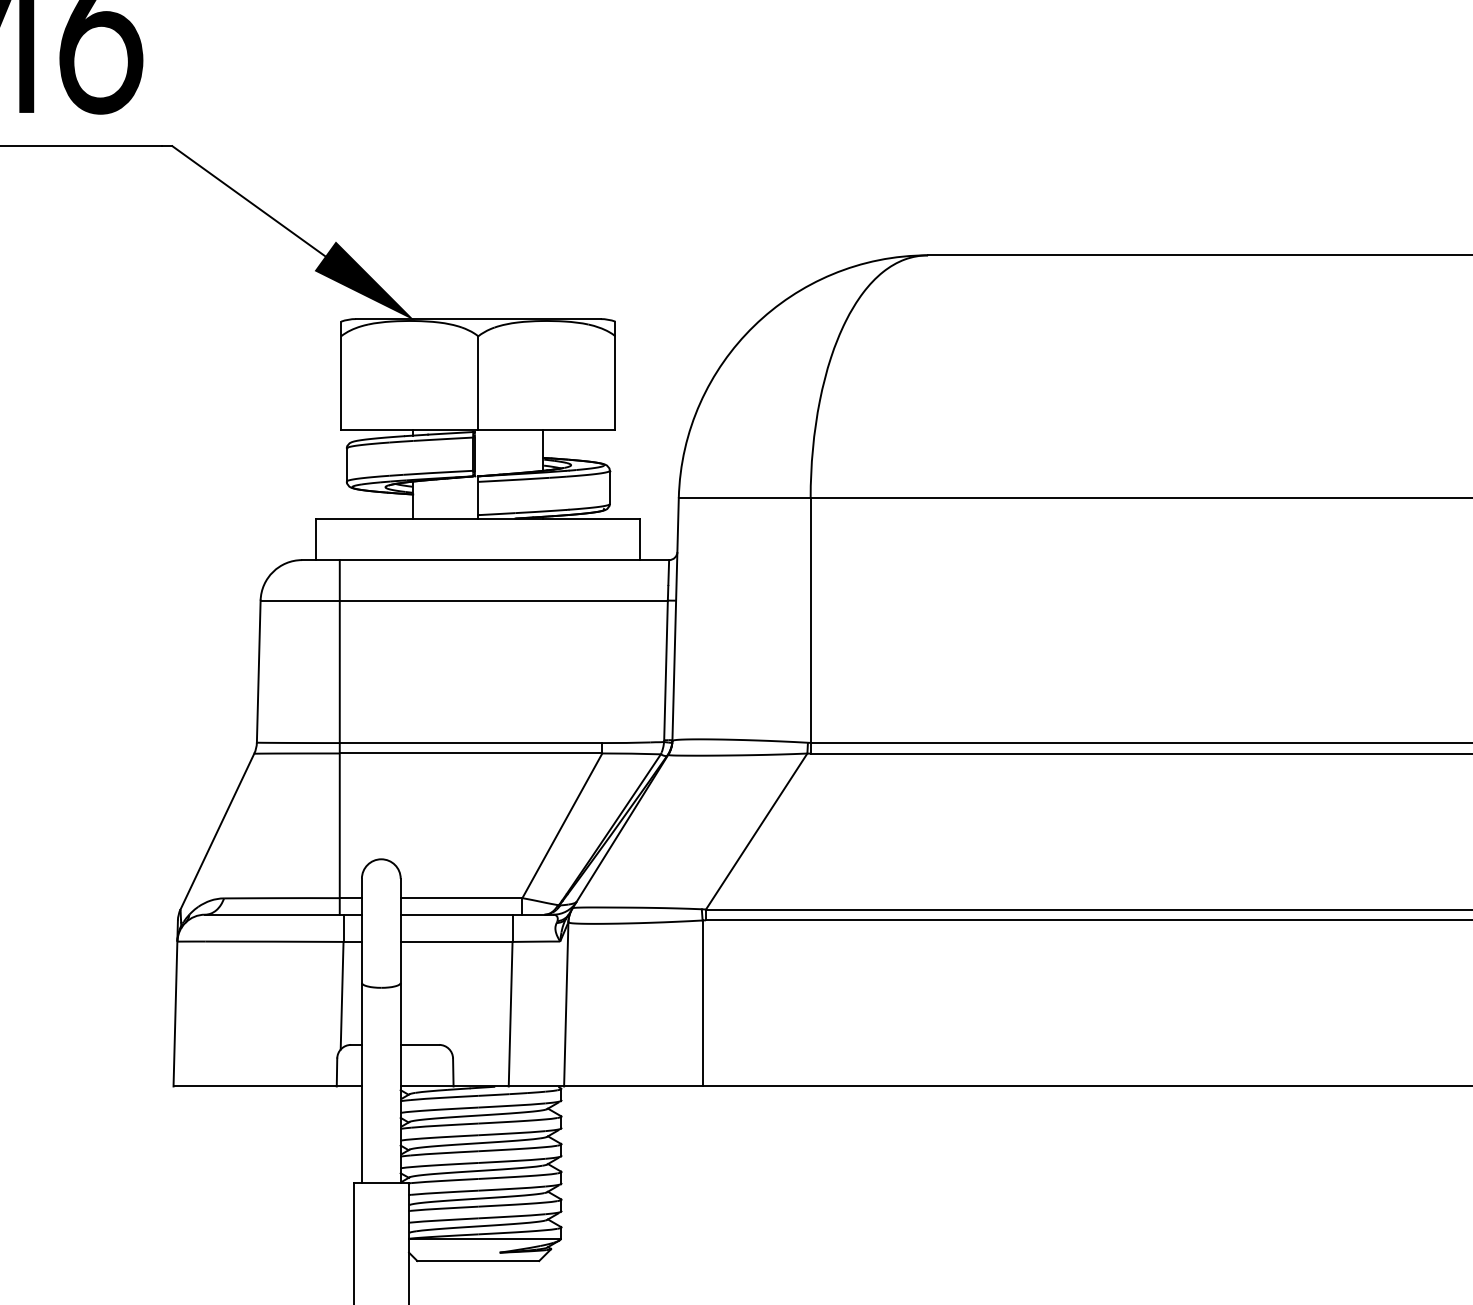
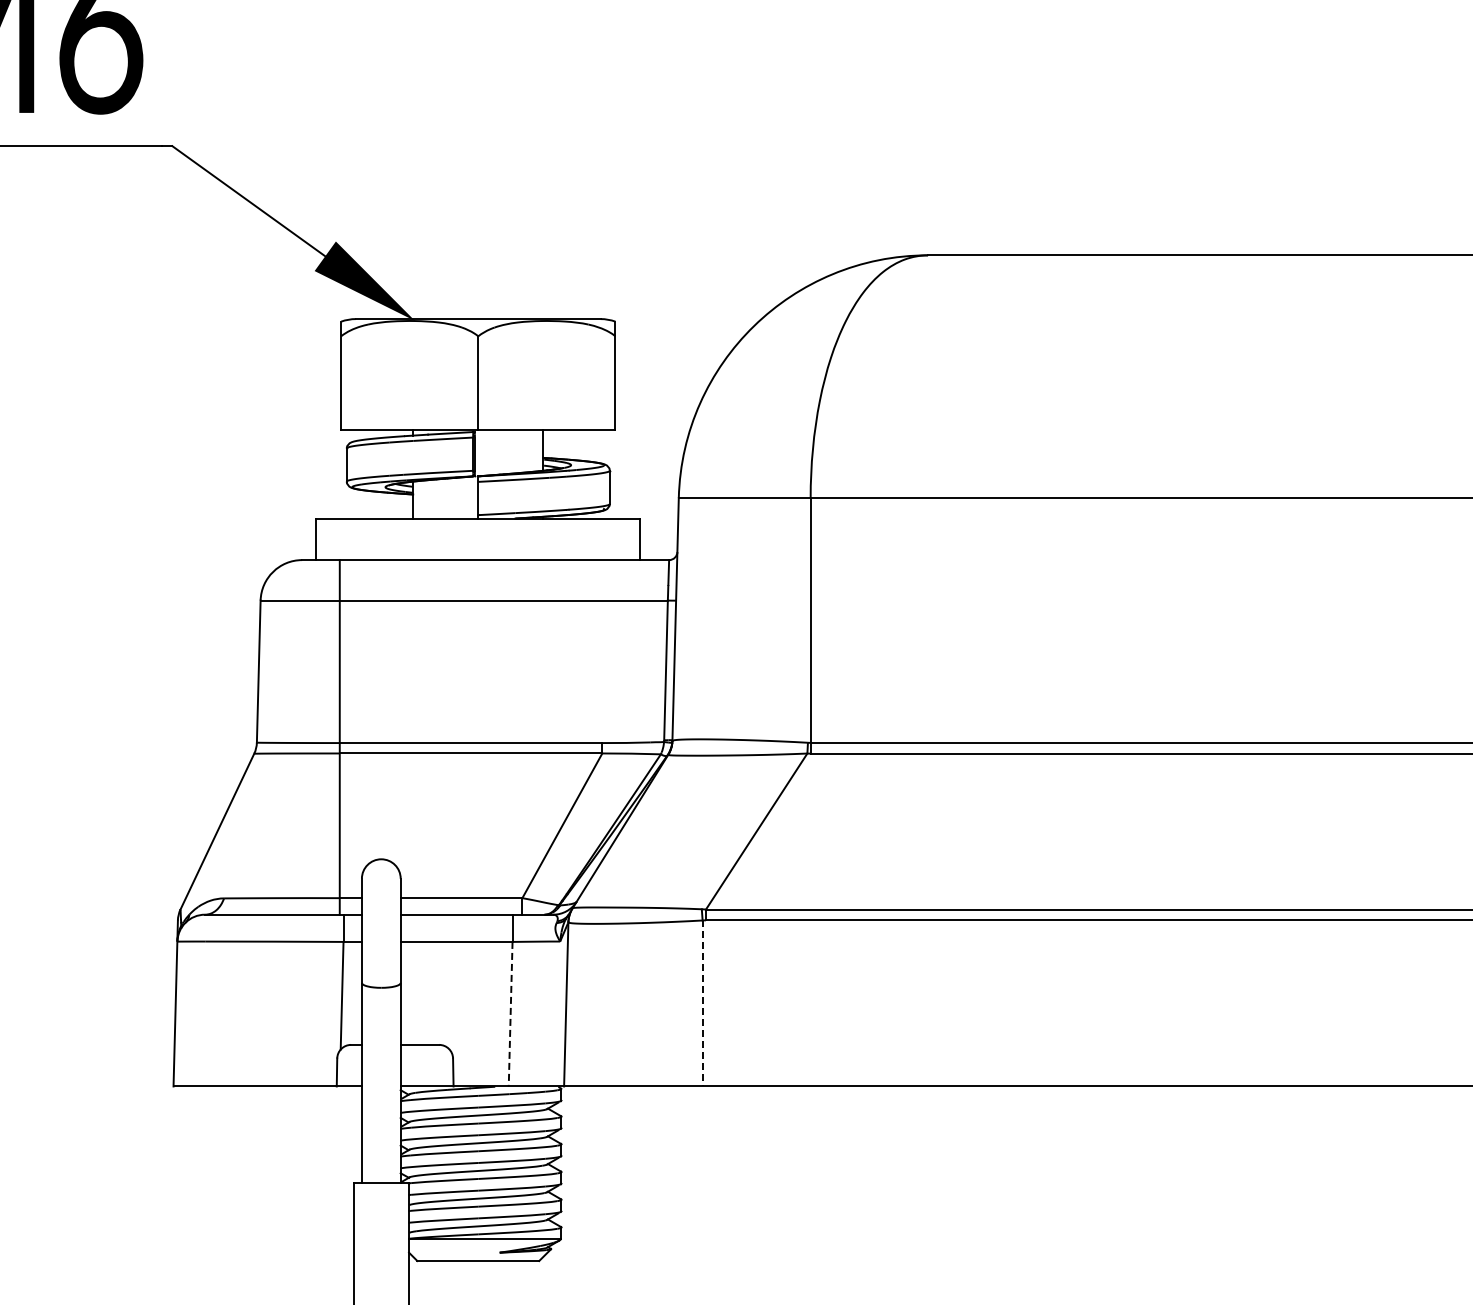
line at (702, 1003): solid -> dashed
line at (510, 1014): solid -> dashed
